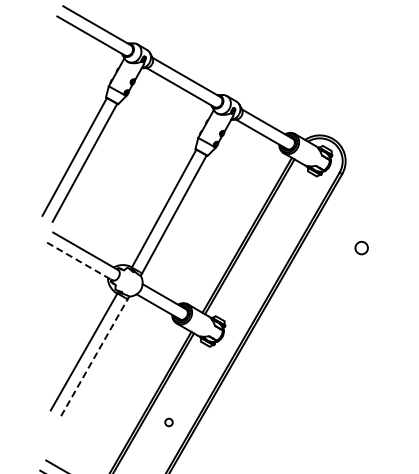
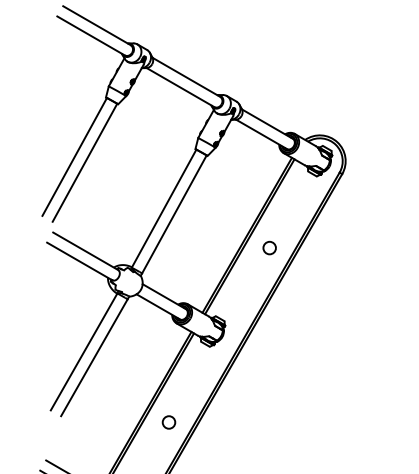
circle at (361, 247) position: (361, 247) -> (269, 247)
line at (79, 261): dashed -> solid
line at (94, 357): dashed -> solid
circle at (168, 422) size: 10x11 px -> 16x15 px
